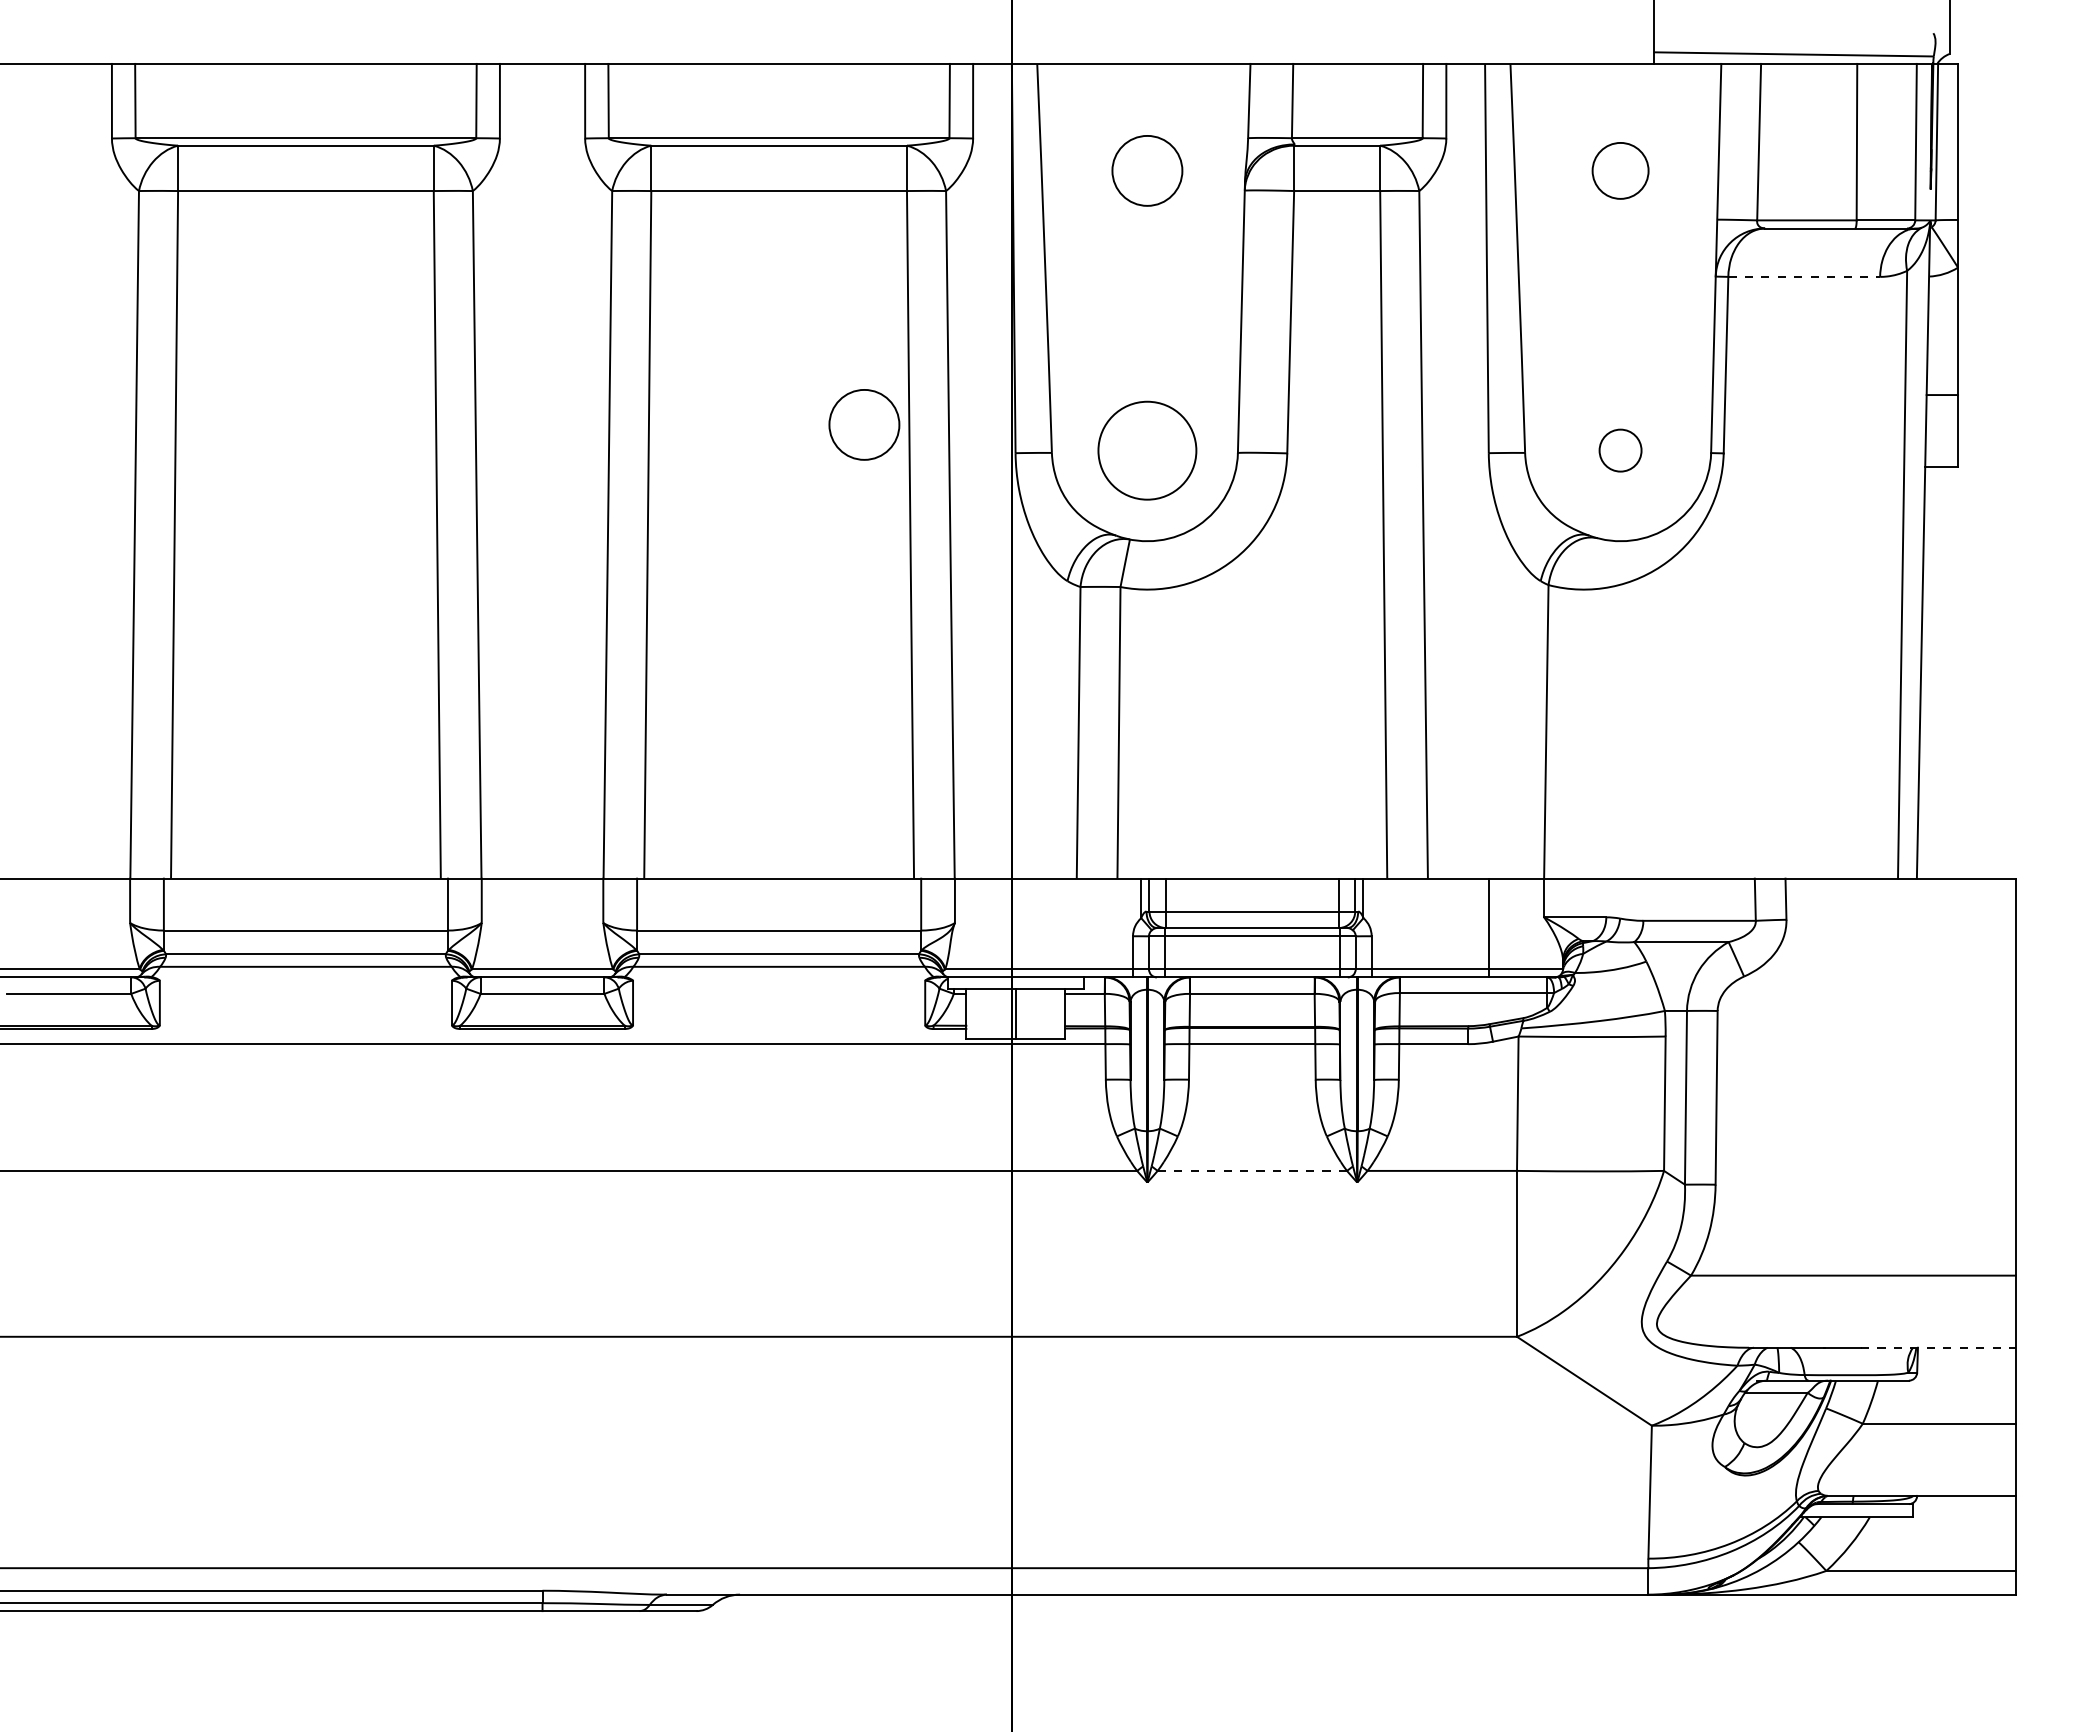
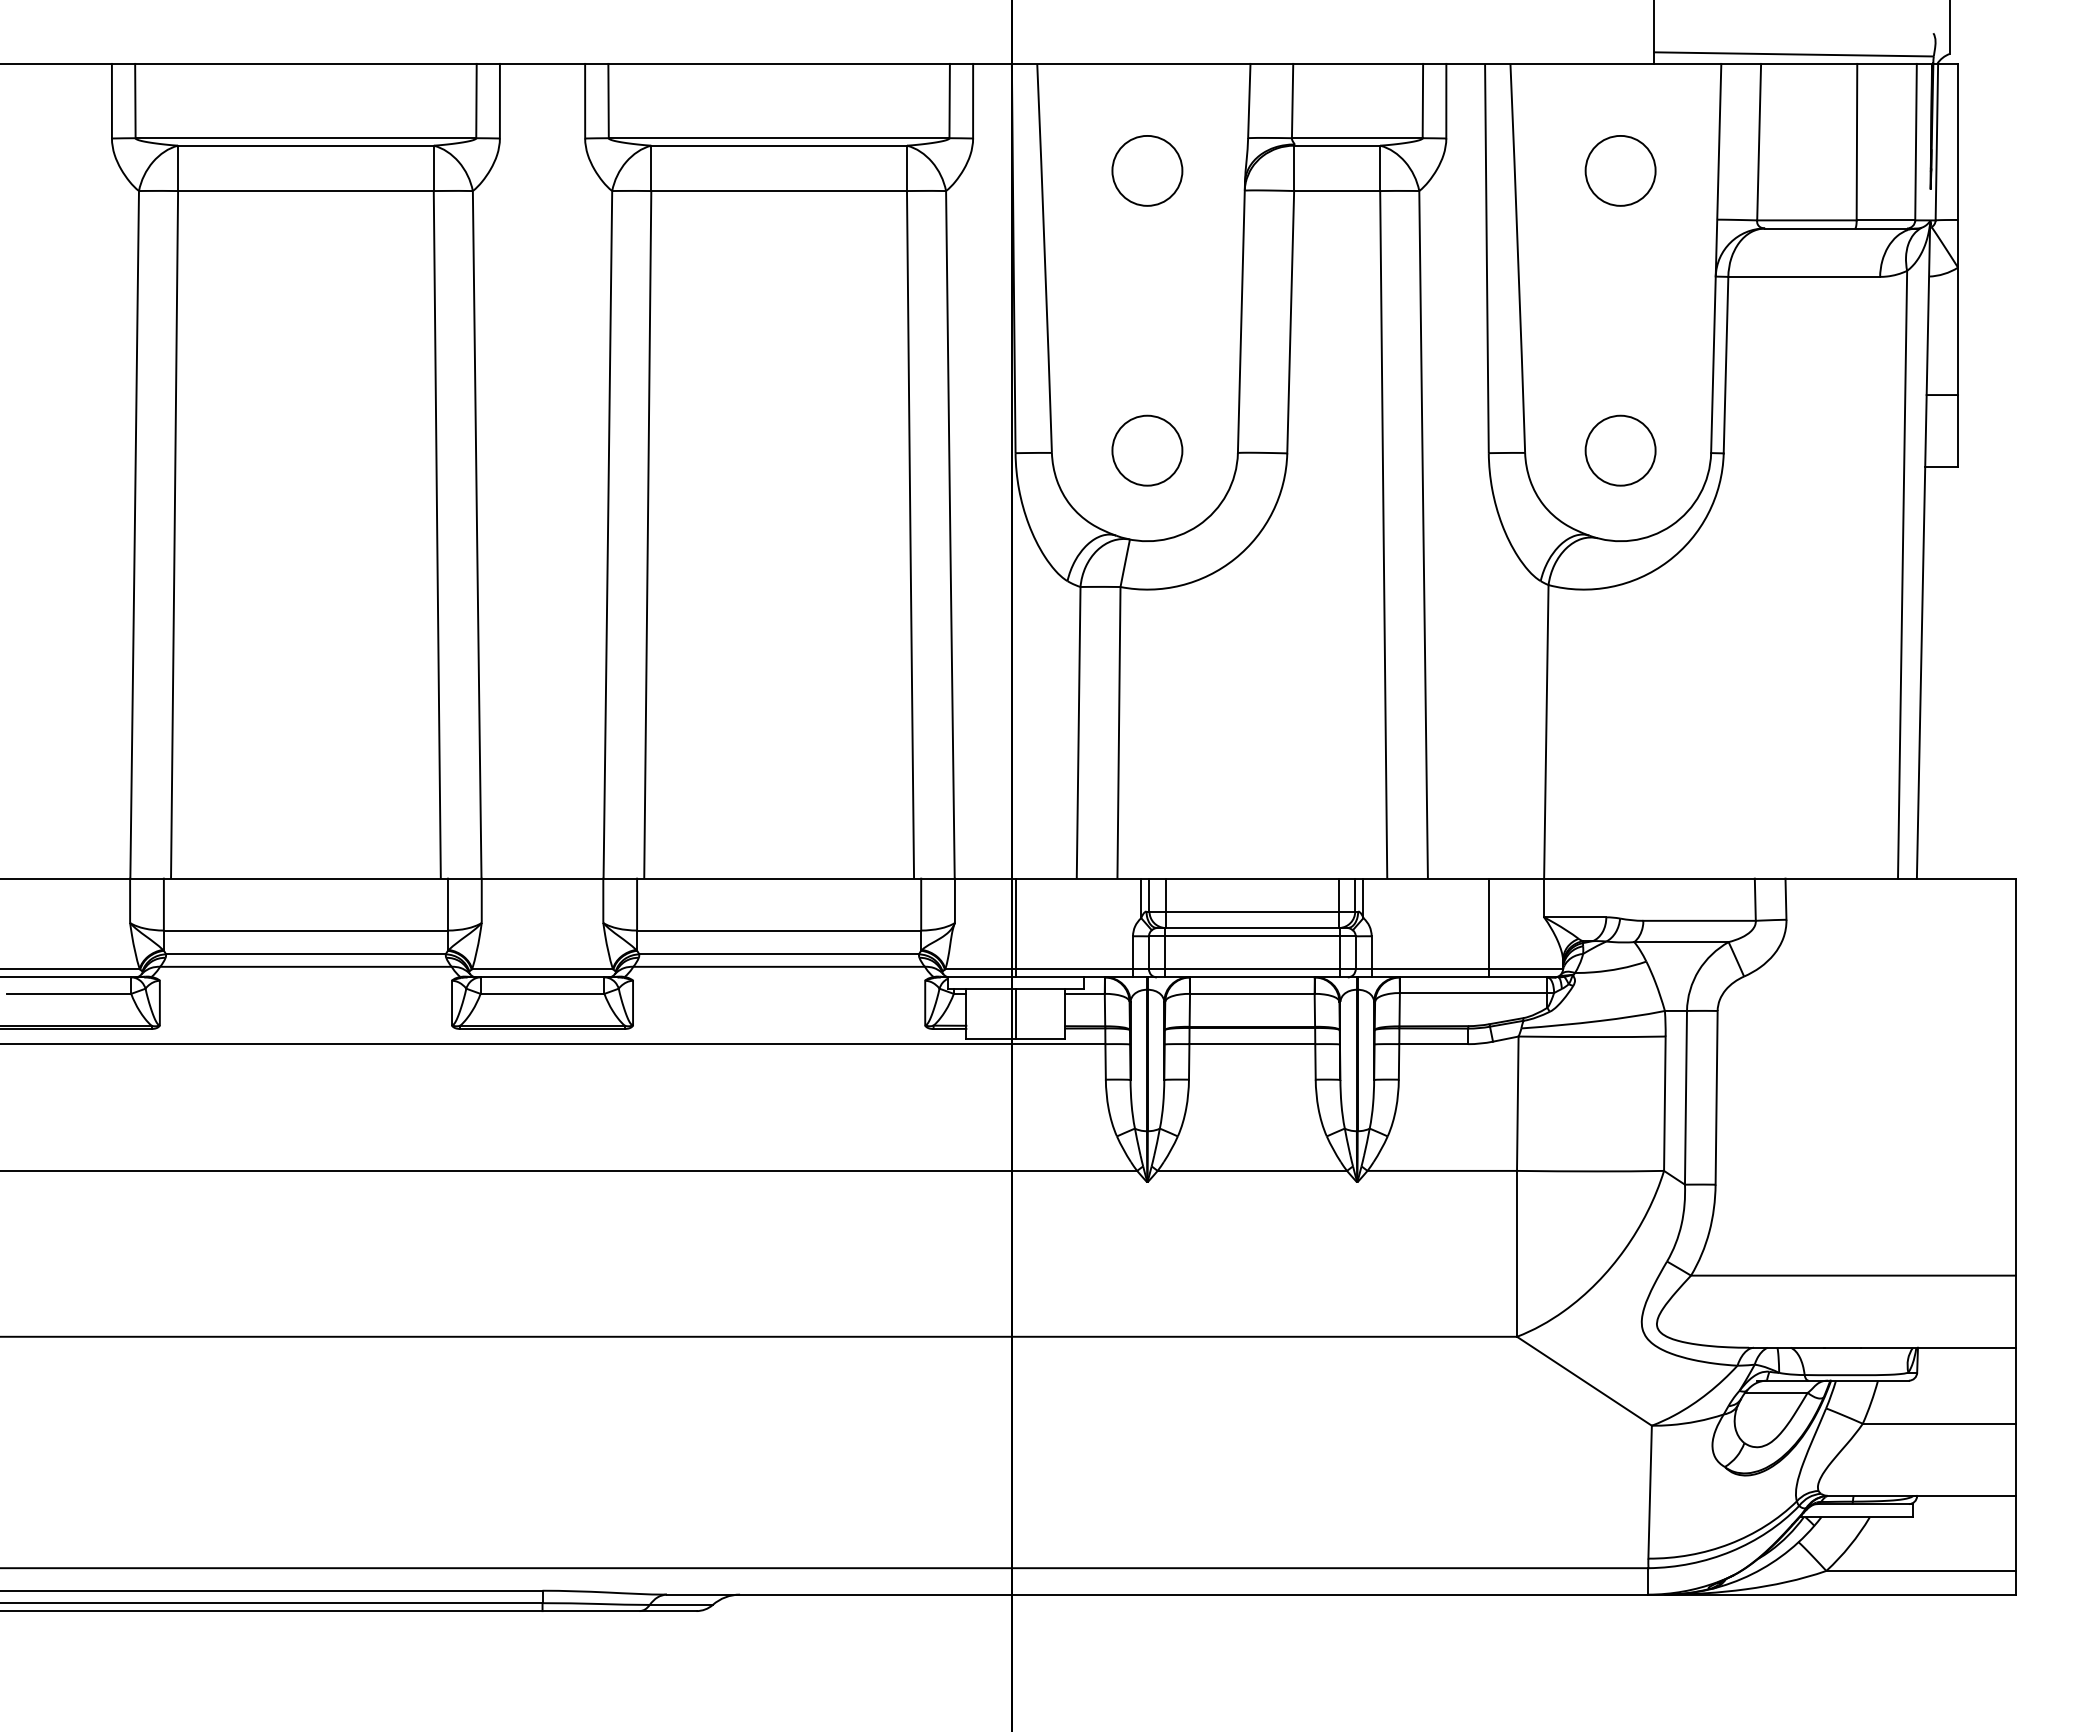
circle at (1620, 170) size: 59x58 px -> 73x72 px
line at (1804, 276): dashed -> solid
circle at (864, 424): present -> none
circle at (1147, 450) diameter: 98 px -> 70 px
circle at (1620, 450) size: 45x45 px -> 73x73 px
line at (1015, 927): none -> present
line at (1252, 1170): dashed -> solid
line at (1938, 1347): dashed -> solid
